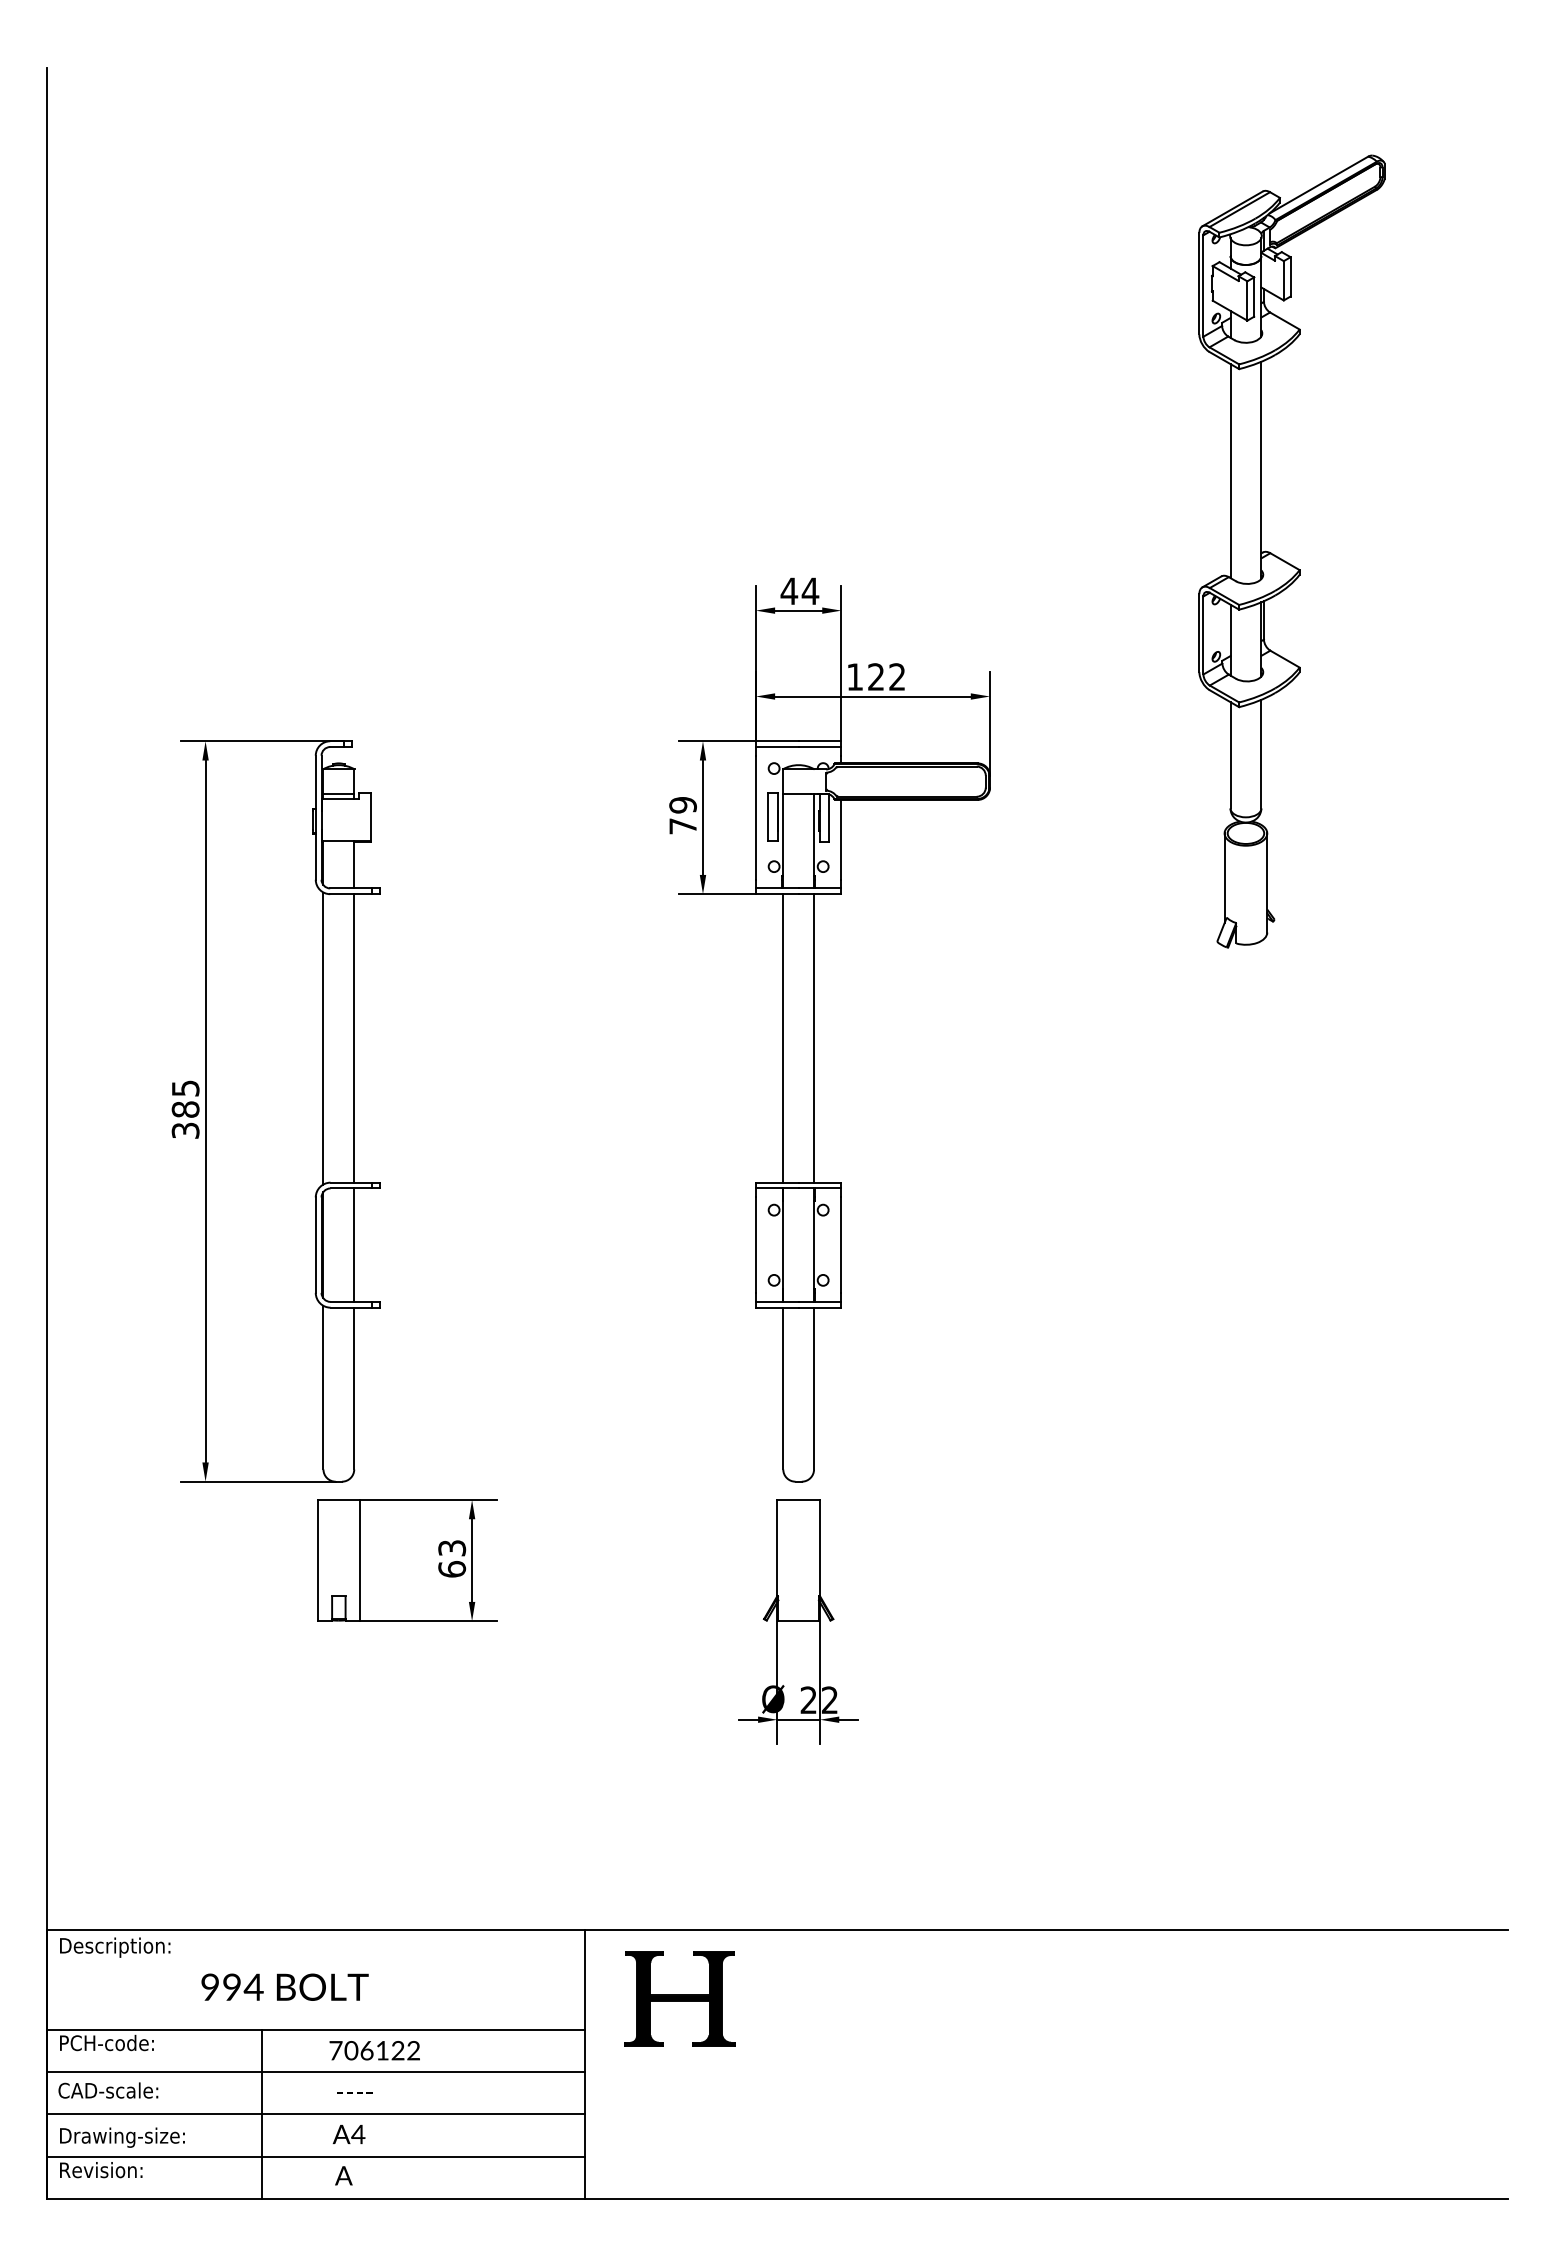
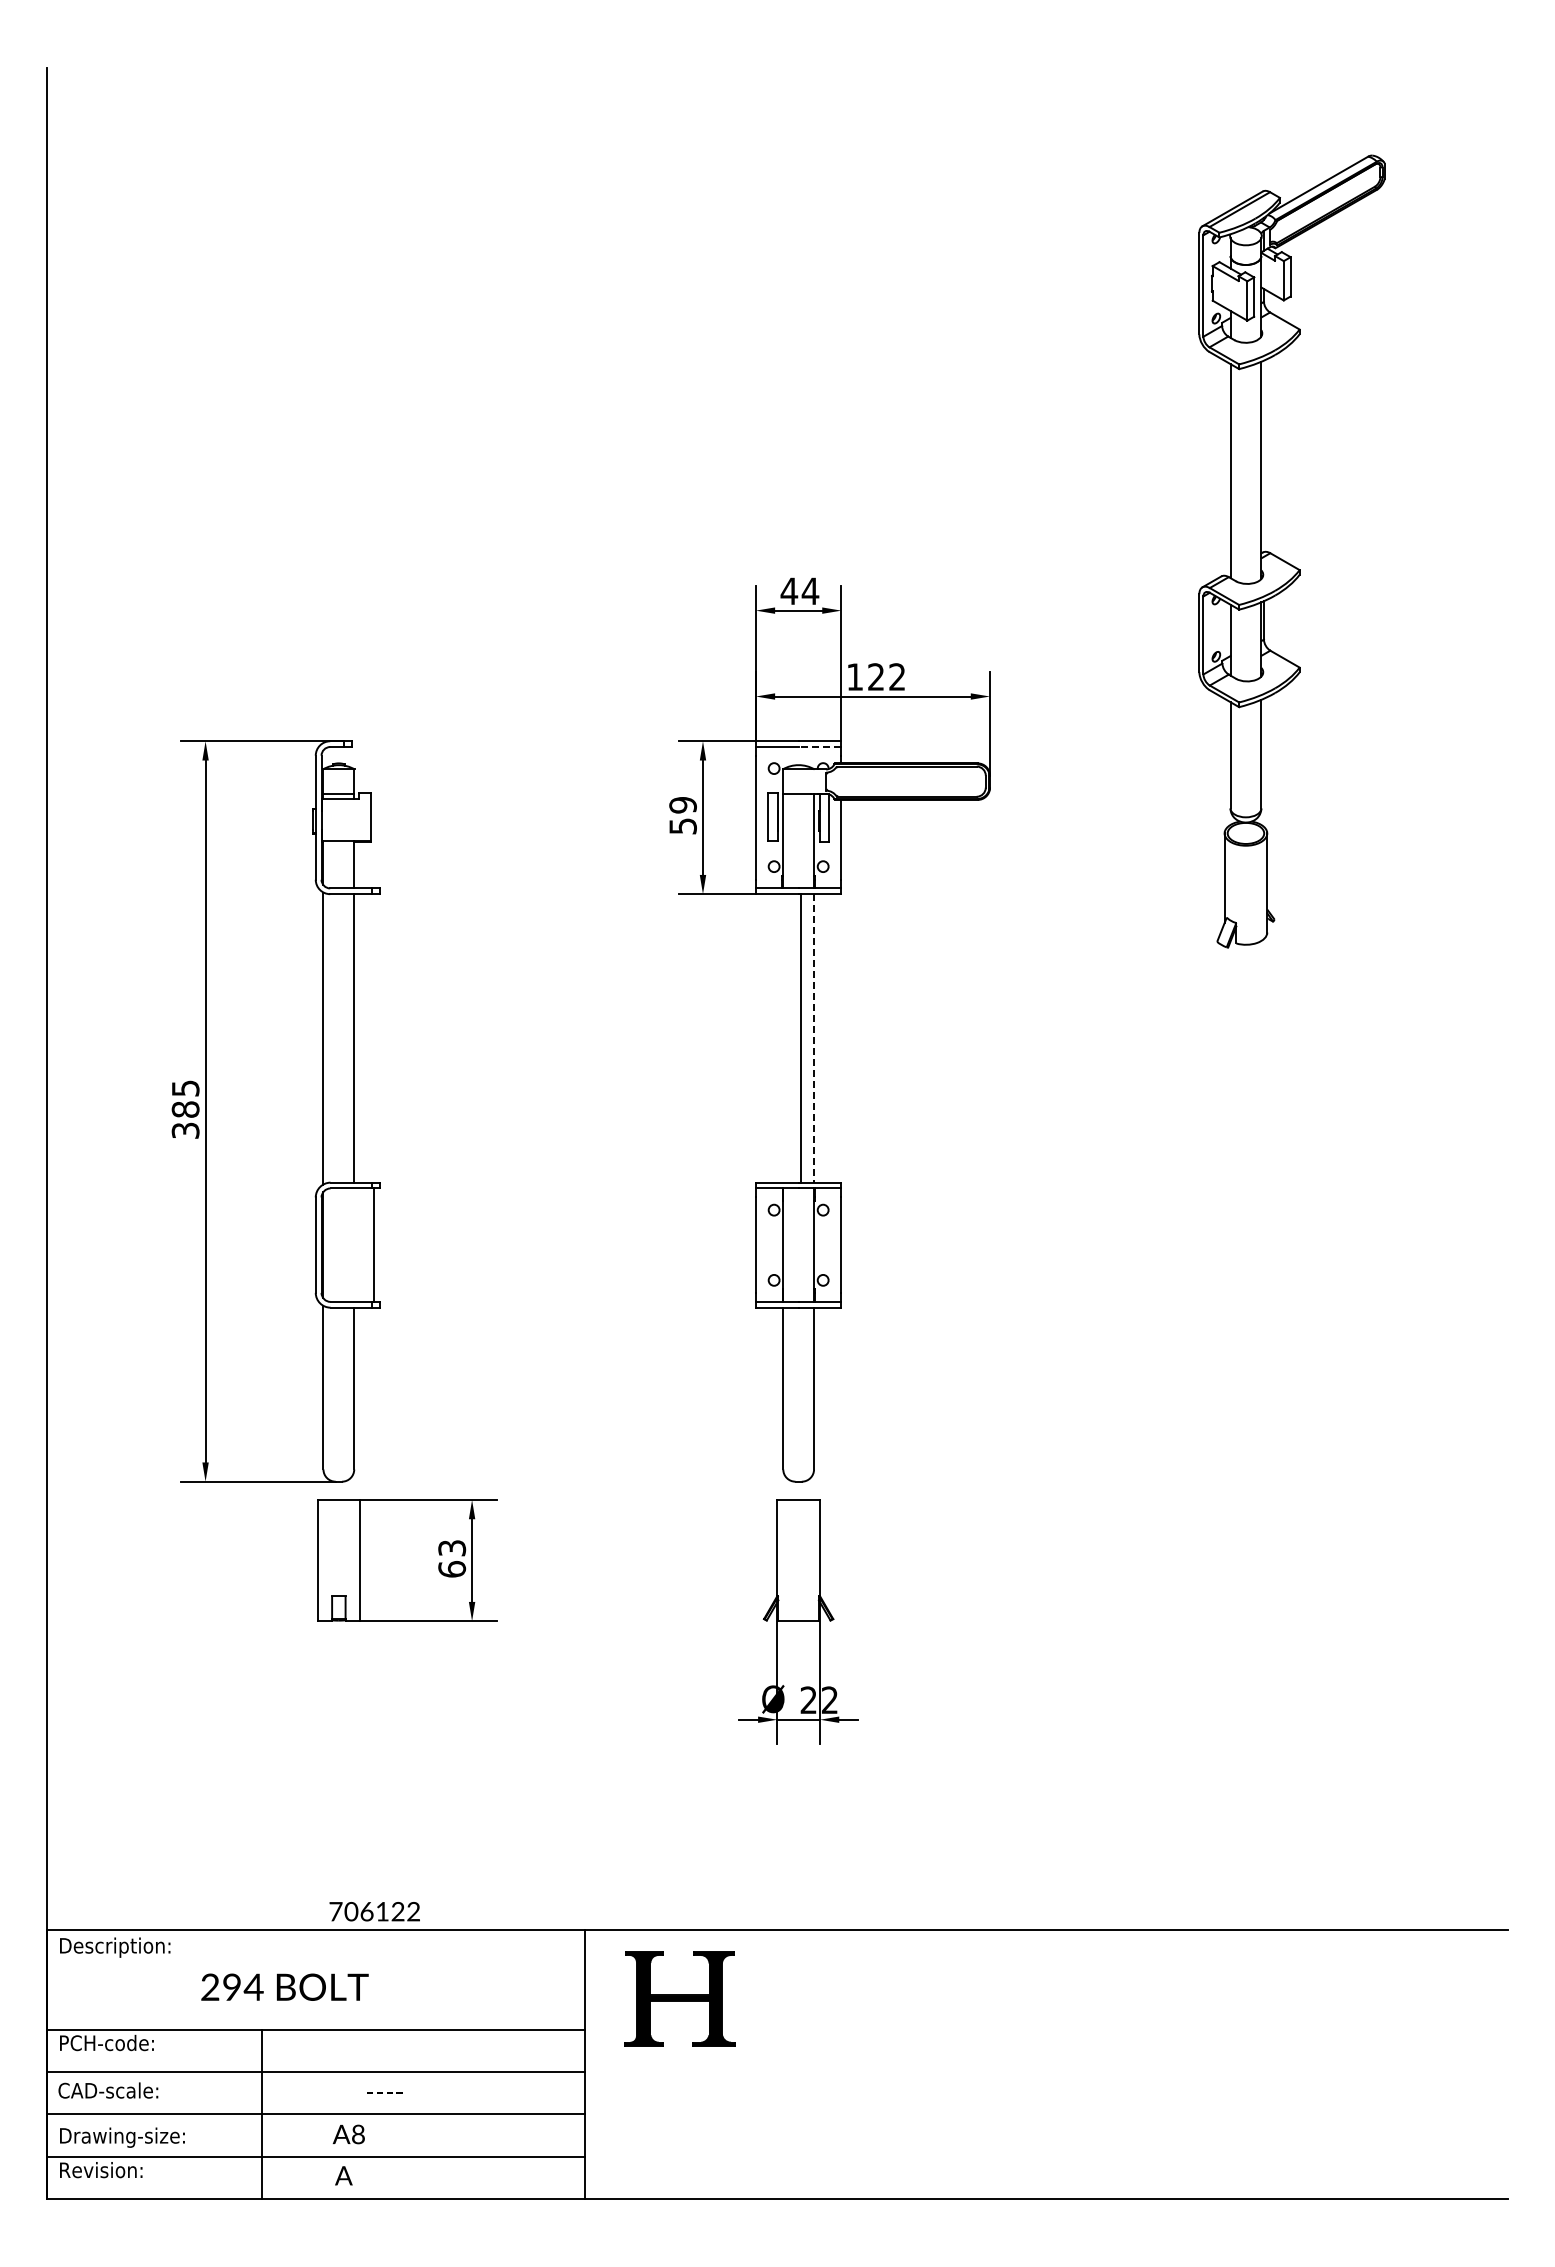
line at (819, 747): solid -> dashed
text at (682, 826): 79 -> 59
line at (783, 1038) position: (783, 1038) -> (801, 1038)
line at (814, 1038): solid -> dashed
line at (354, 1244) position: (354, 1244) -> (374, 1244)
text at (210, 1987): 994 -> 294
text at (374, 2050) position: (374, 2050) -> (374, 1911)
text at (354, 2092) position: (354, 2092) -> (384, 2092)
text at (358, 2134): A4 -> A8
